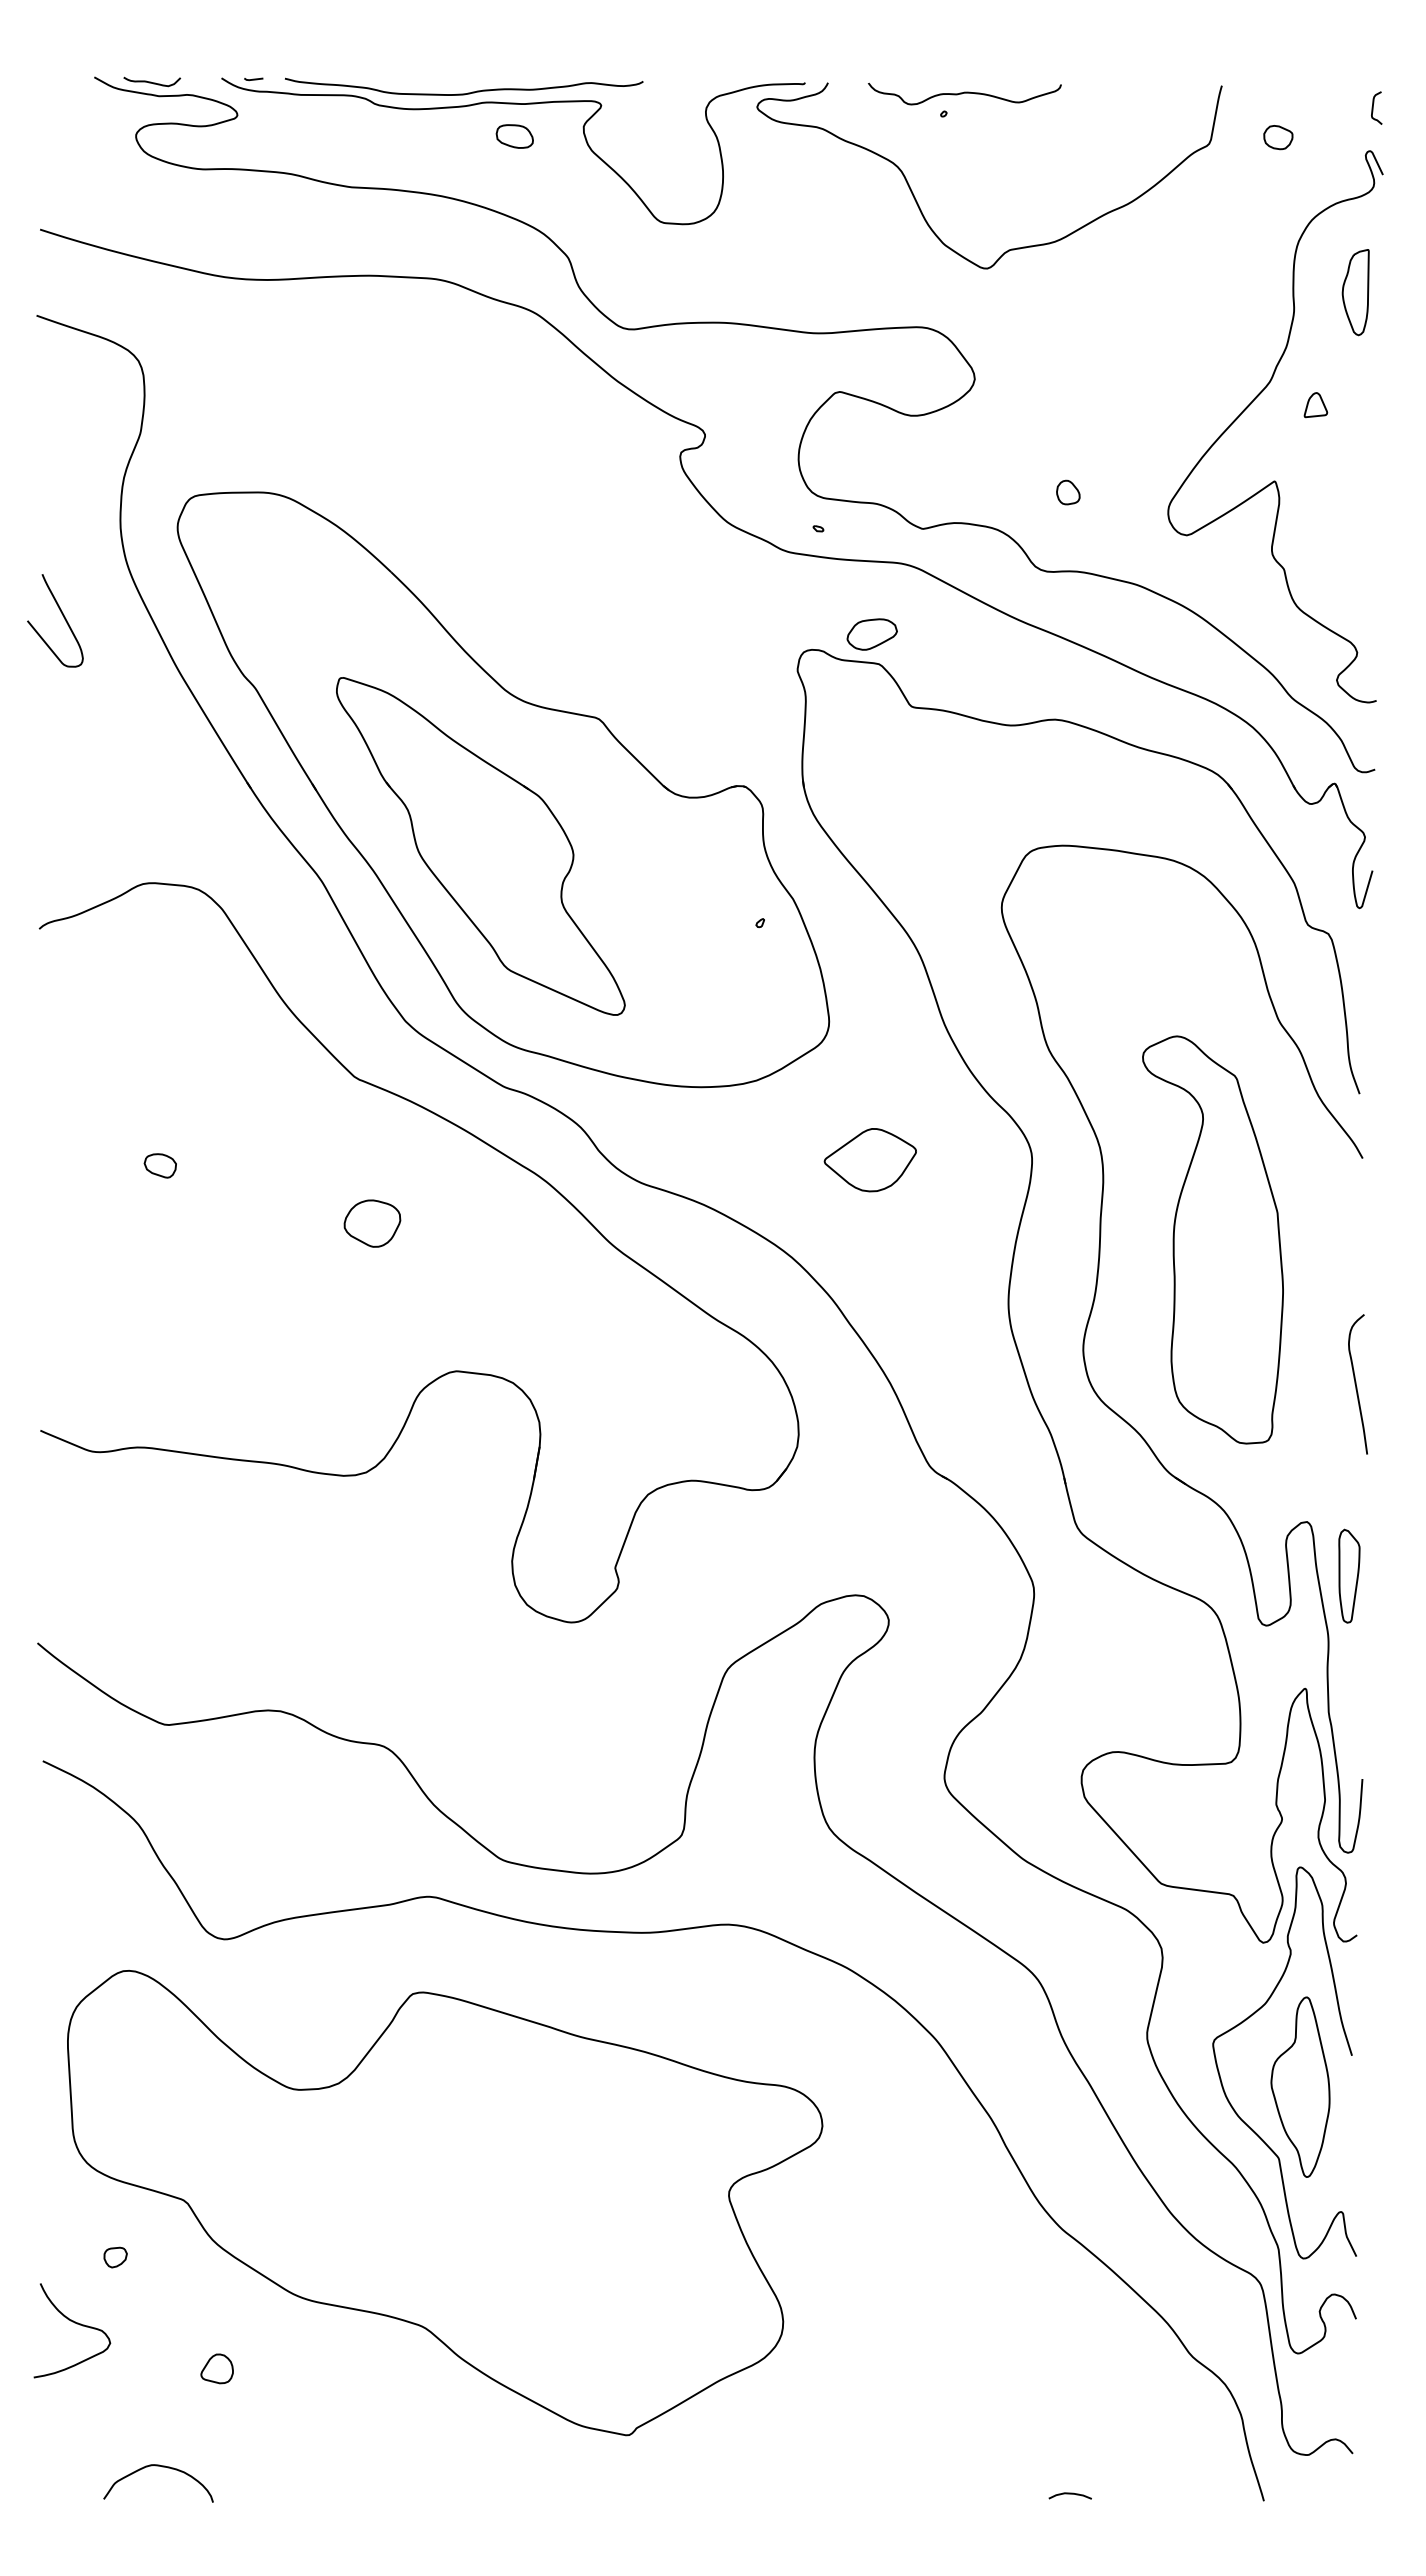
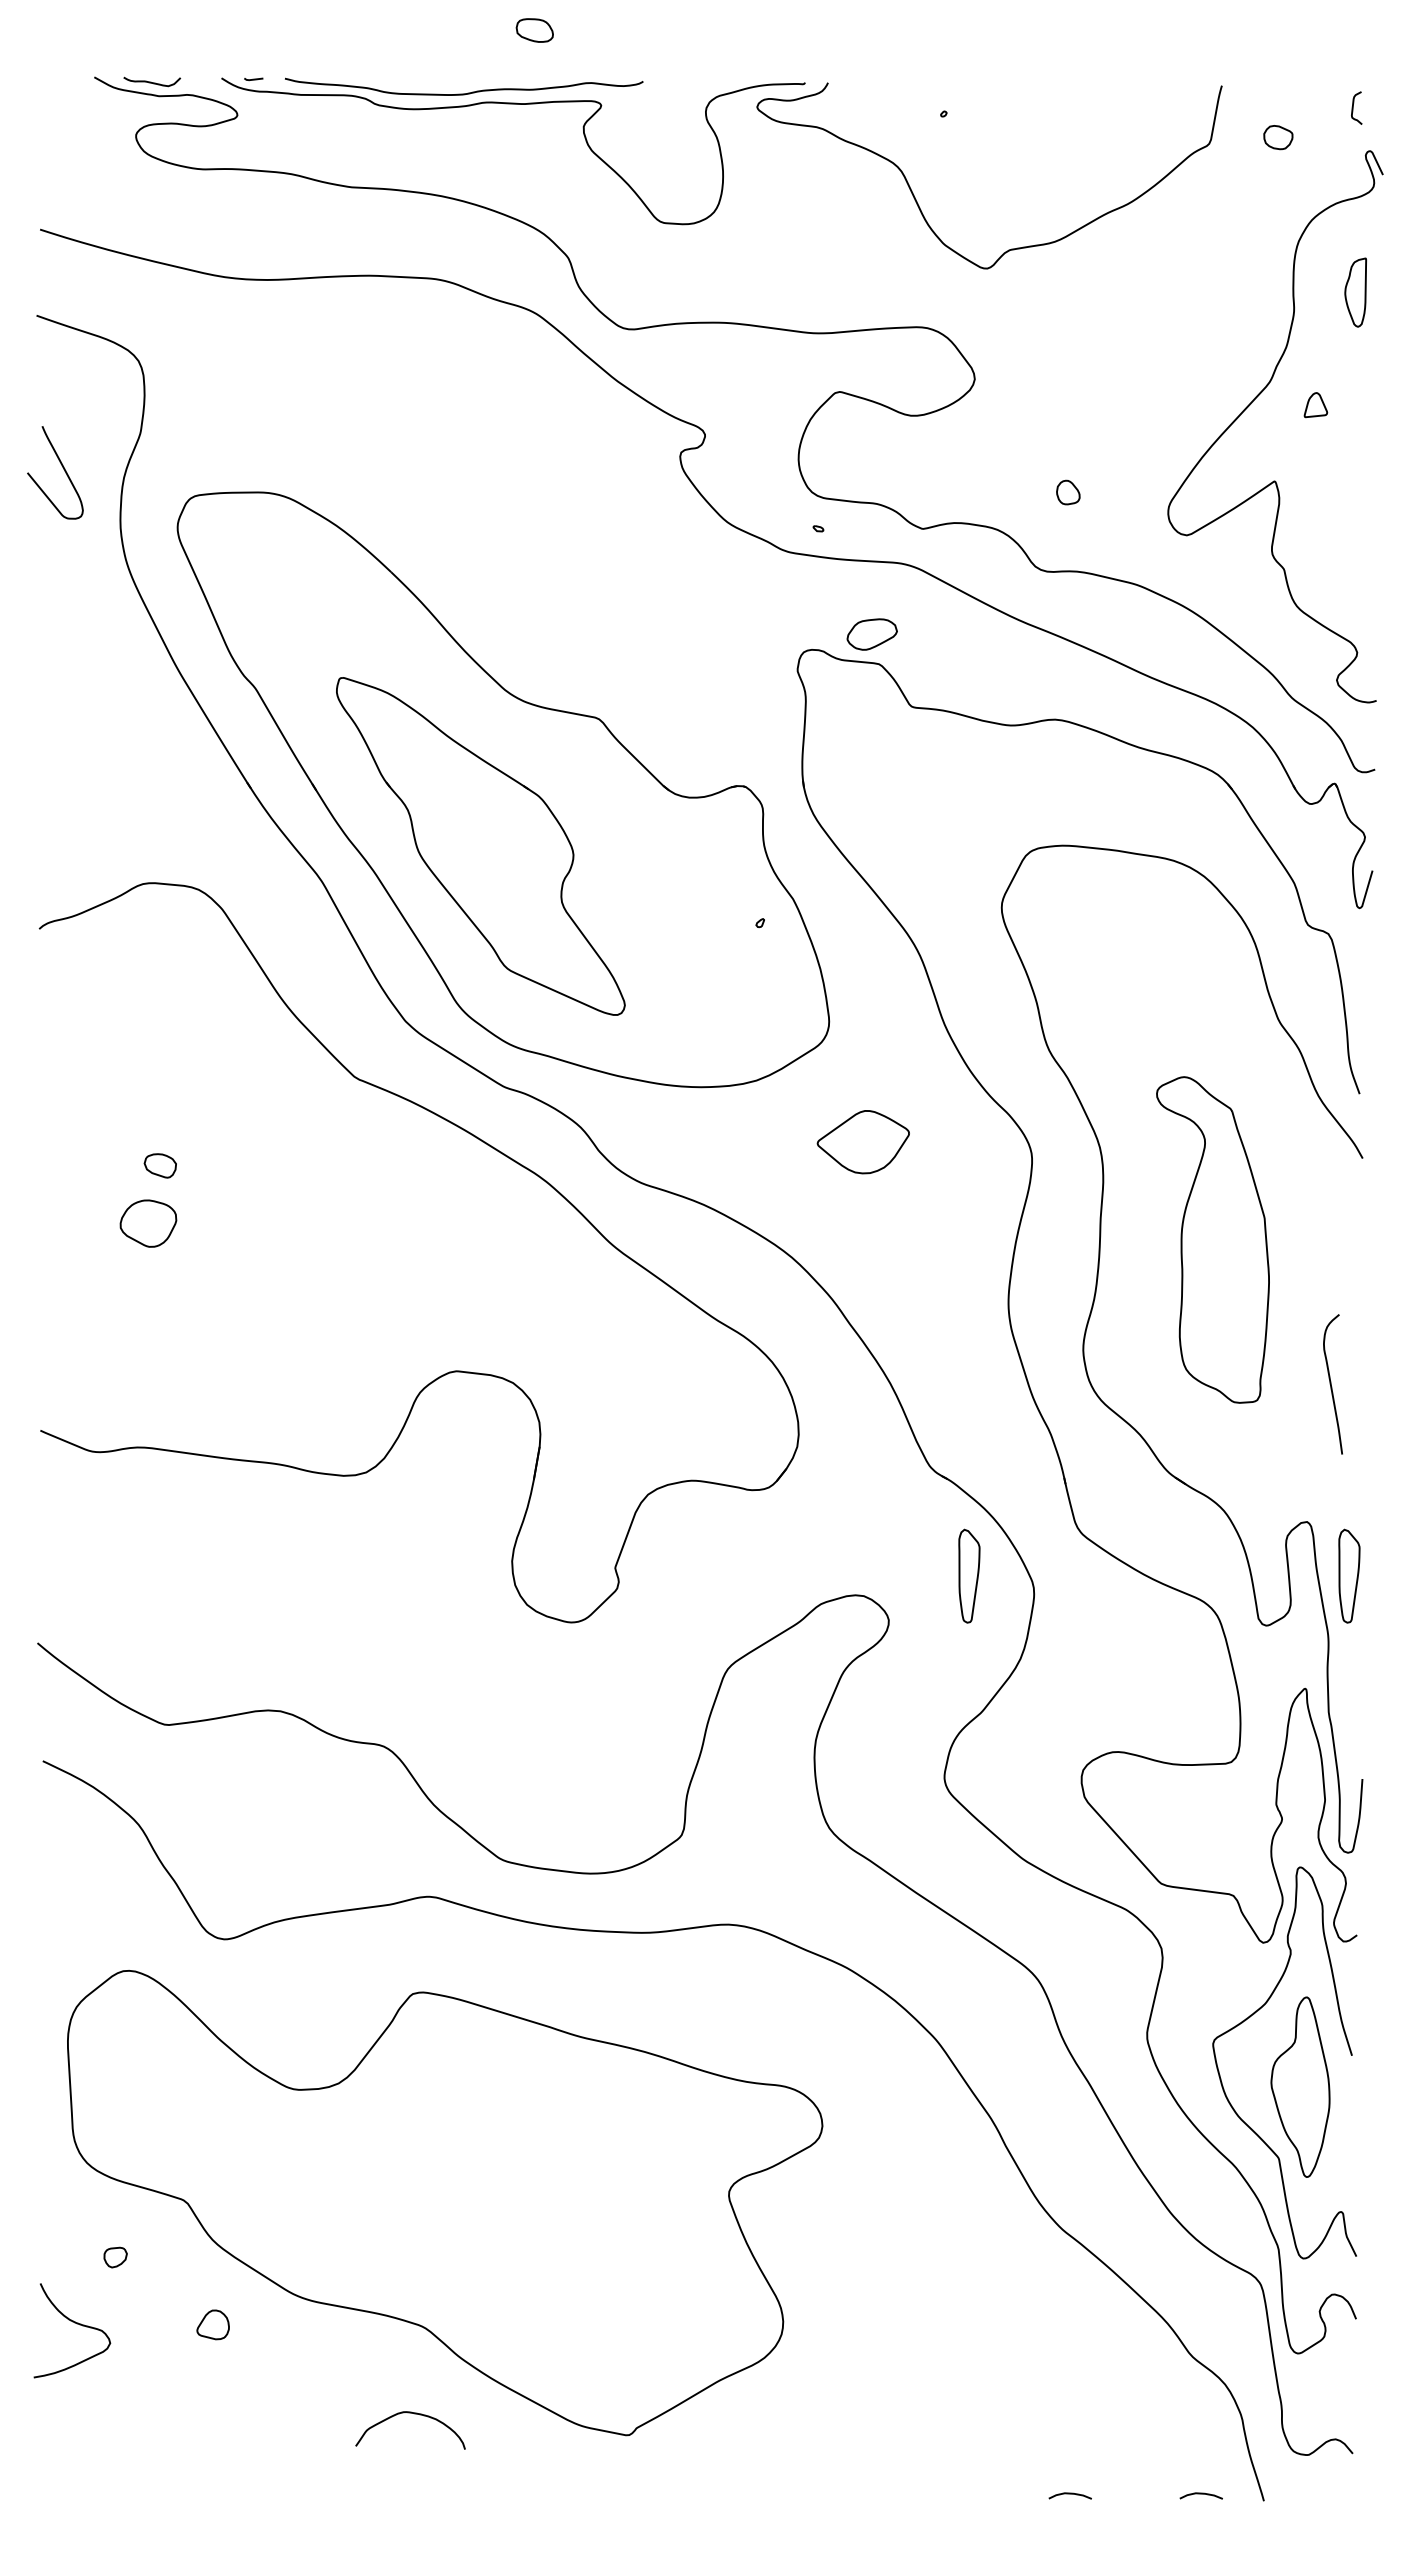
curve at (964, 93): present -> none
curve at (1373, 107) position: (1373, 107) -> (1353, 107)
part at (514, 136) position: (514, 136) -> (534, 30)
part at (1355, 292) size: 29x88 px -> 23x71 px
curve at (63, 617) position: (63, 617) -> (63, 469)
part at (869, 1160) position: (869, 1160) -> (862, 1142)
part at (372, 1223) position: (372, 1223) -> (148, 1223)
part at (1212, 1239) size: 142x410 px -> 114x328 px
curve at (1356, 1384) position: (1356, 1384) -> (1331, 1384)
part at (969, 1575): none -> present
part at (216, 2368) position: (216, 2368) -> (212, 2324)
curve at (162, 2467) position: (162, 2467) -> (414, 2414)
curve at (1200, 2494): none -> present
